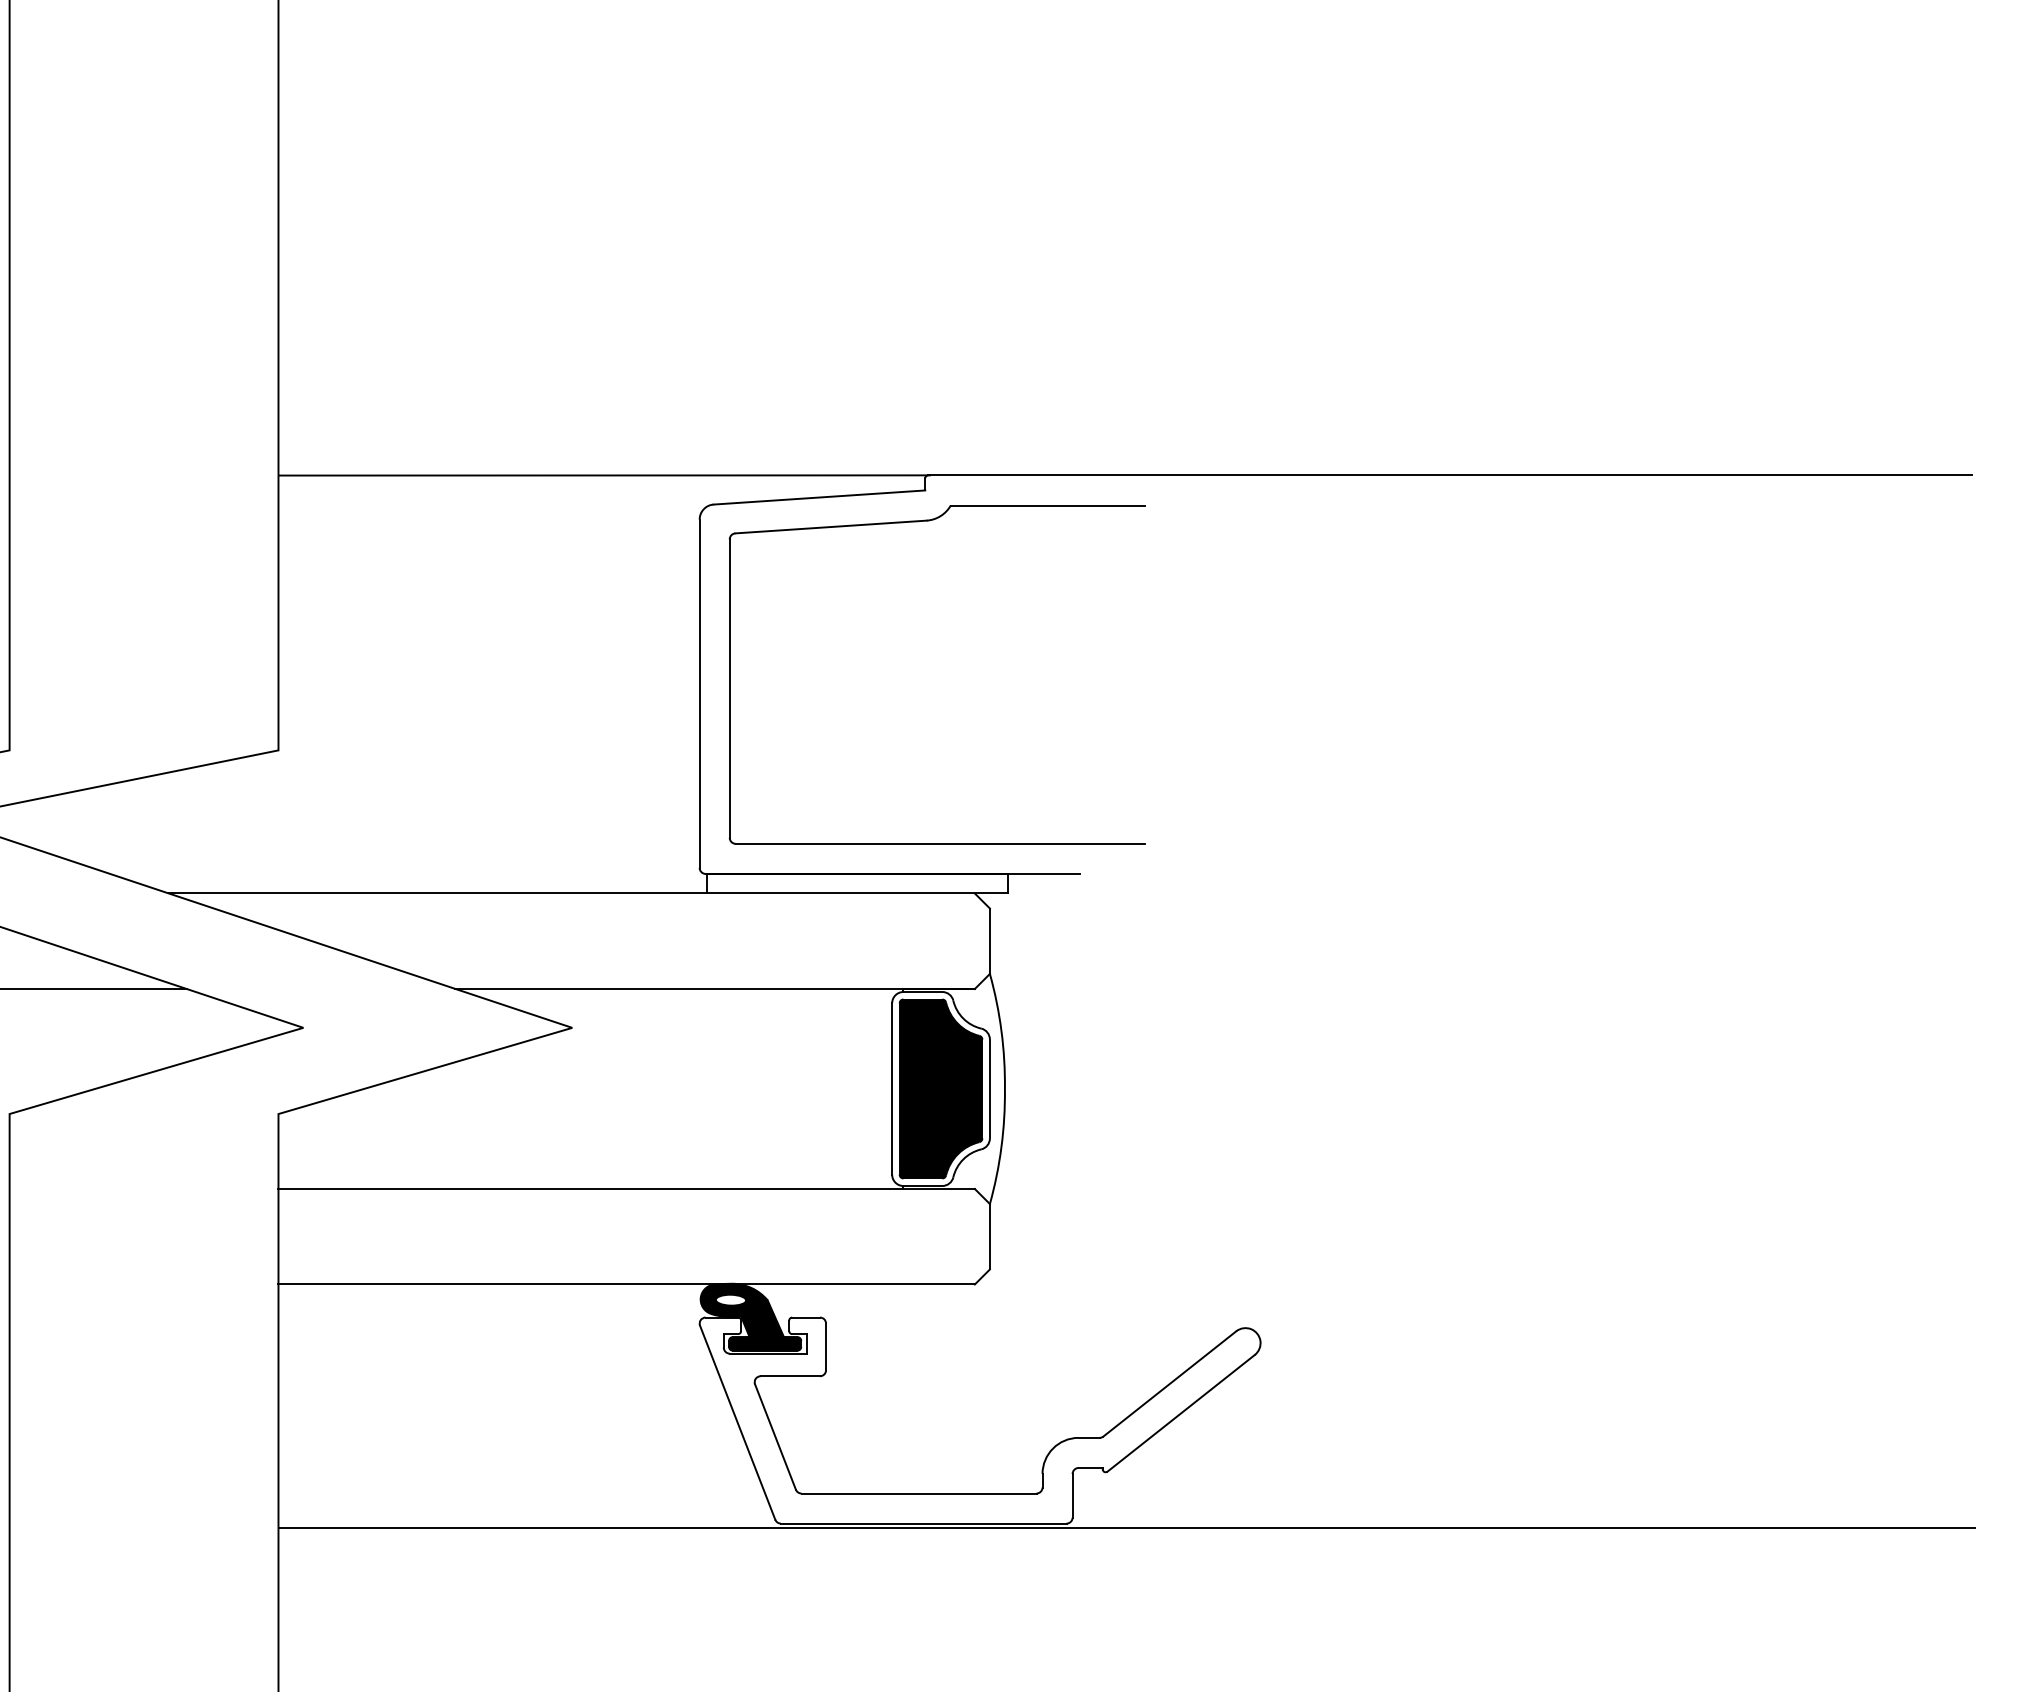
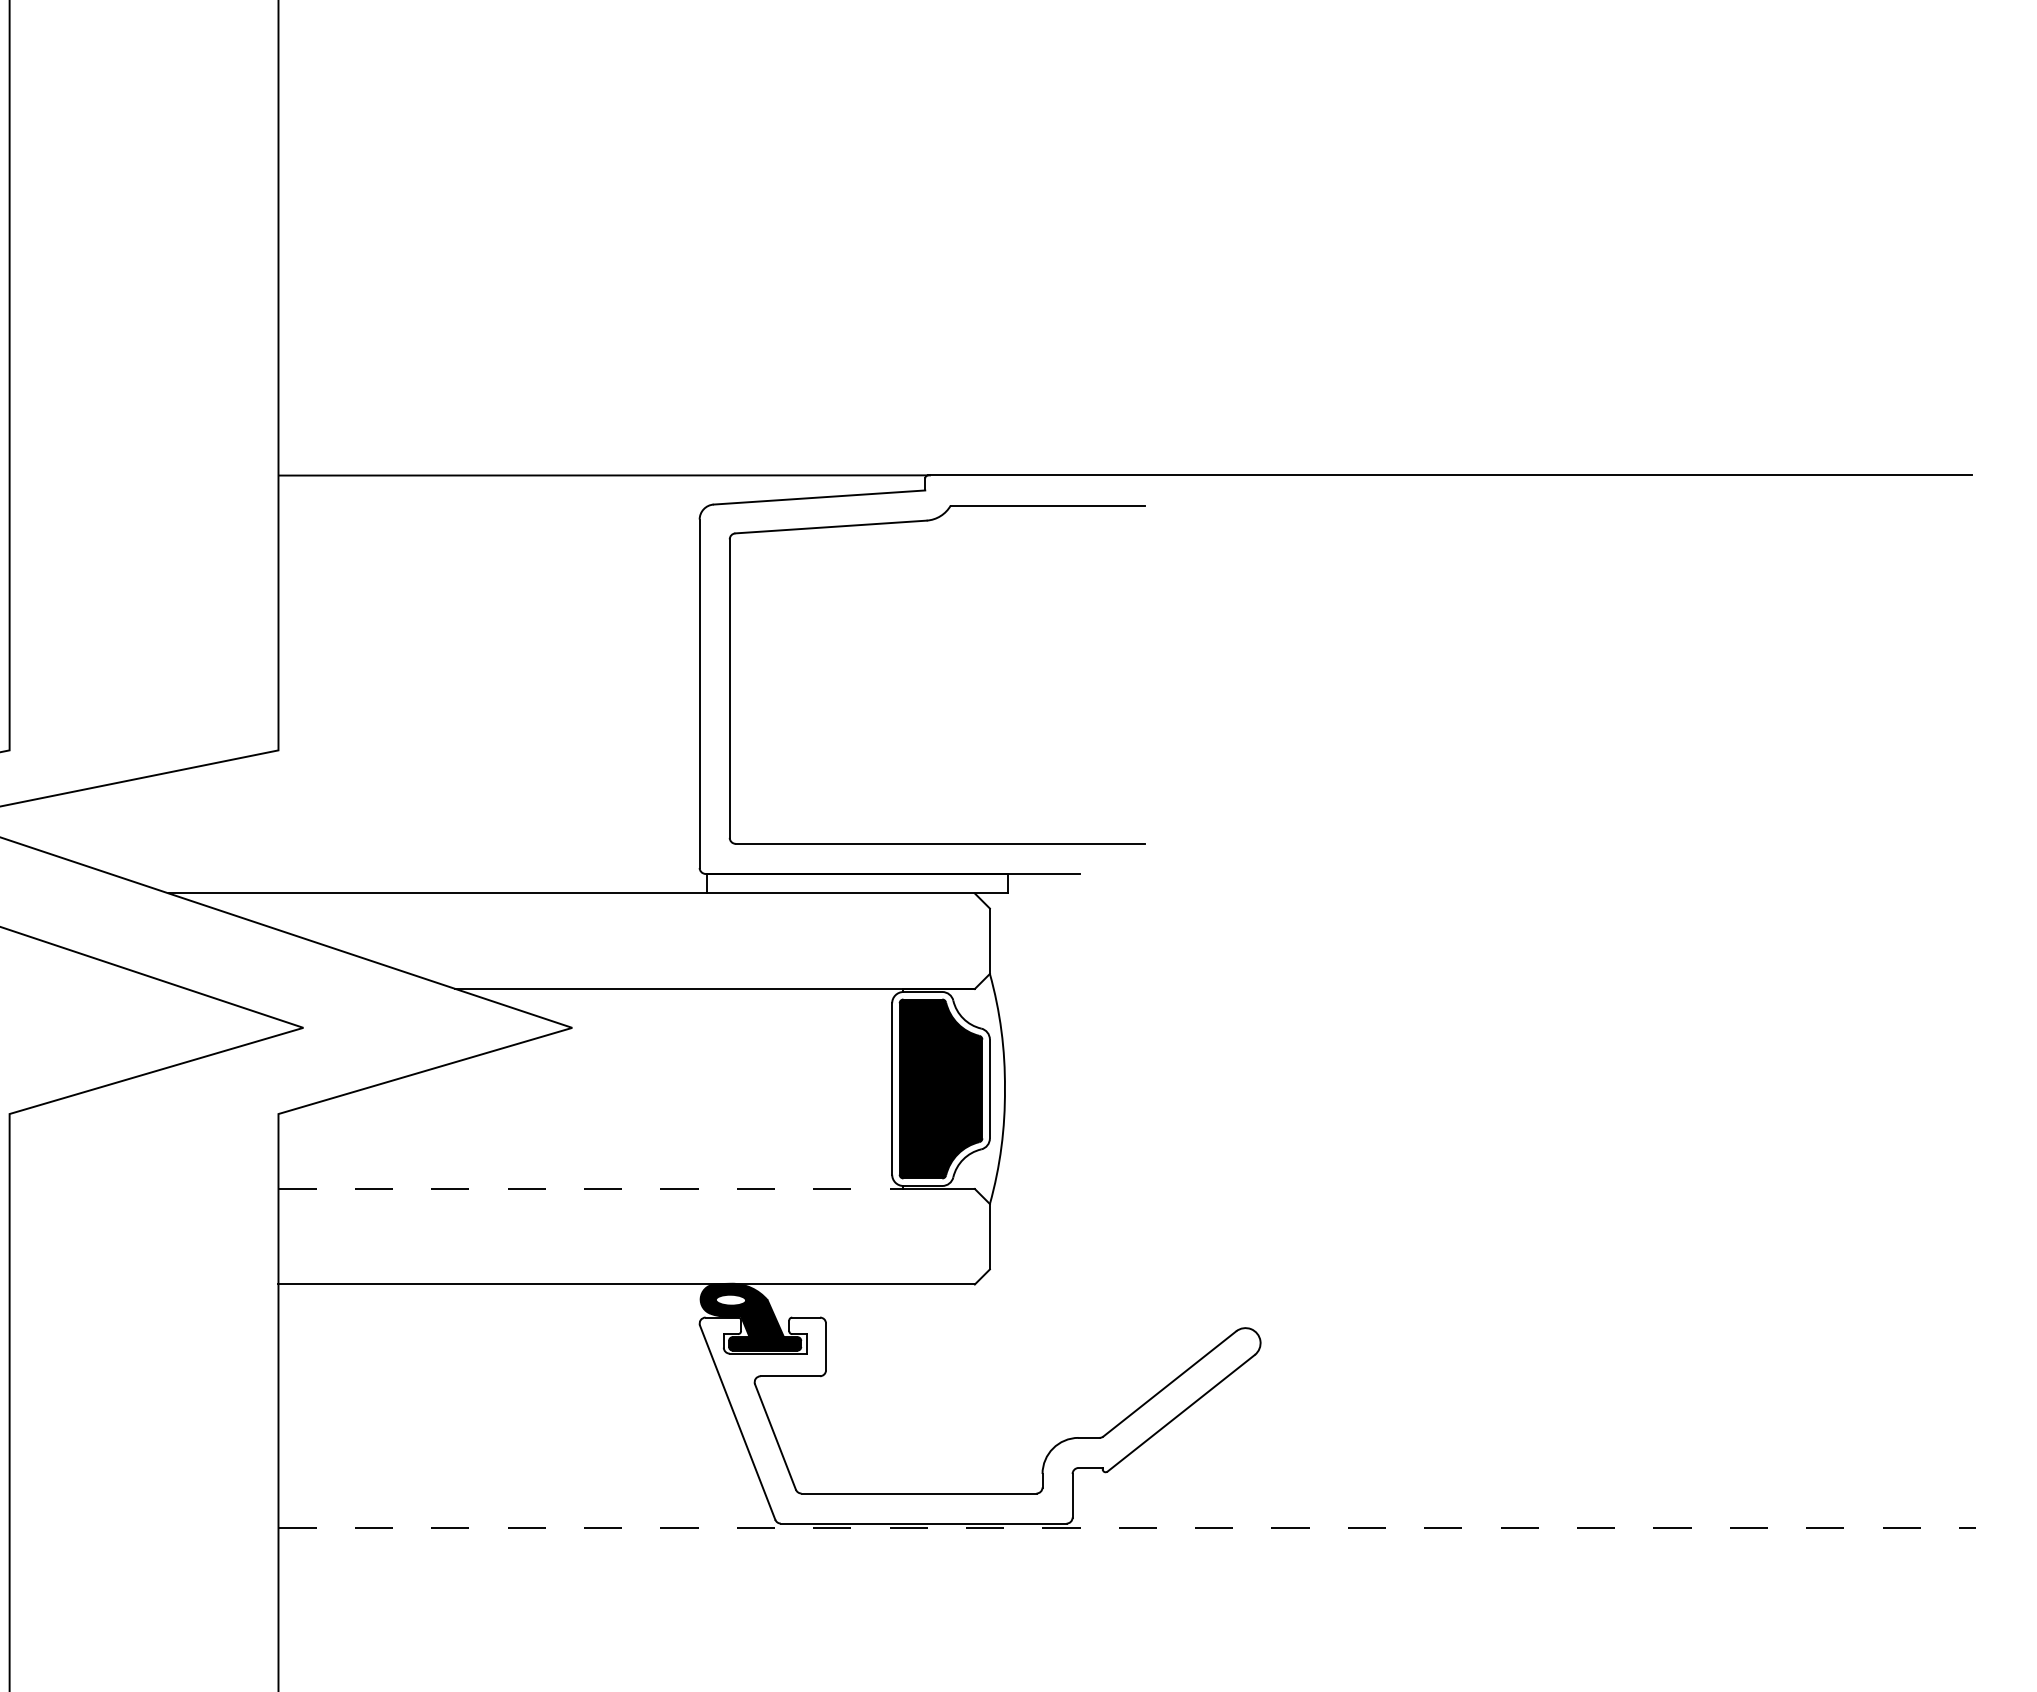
line at (94, 988): present -> none
line at (591, 1188): solid -> dashed
line at (1127, 1528): solid -> dashed
